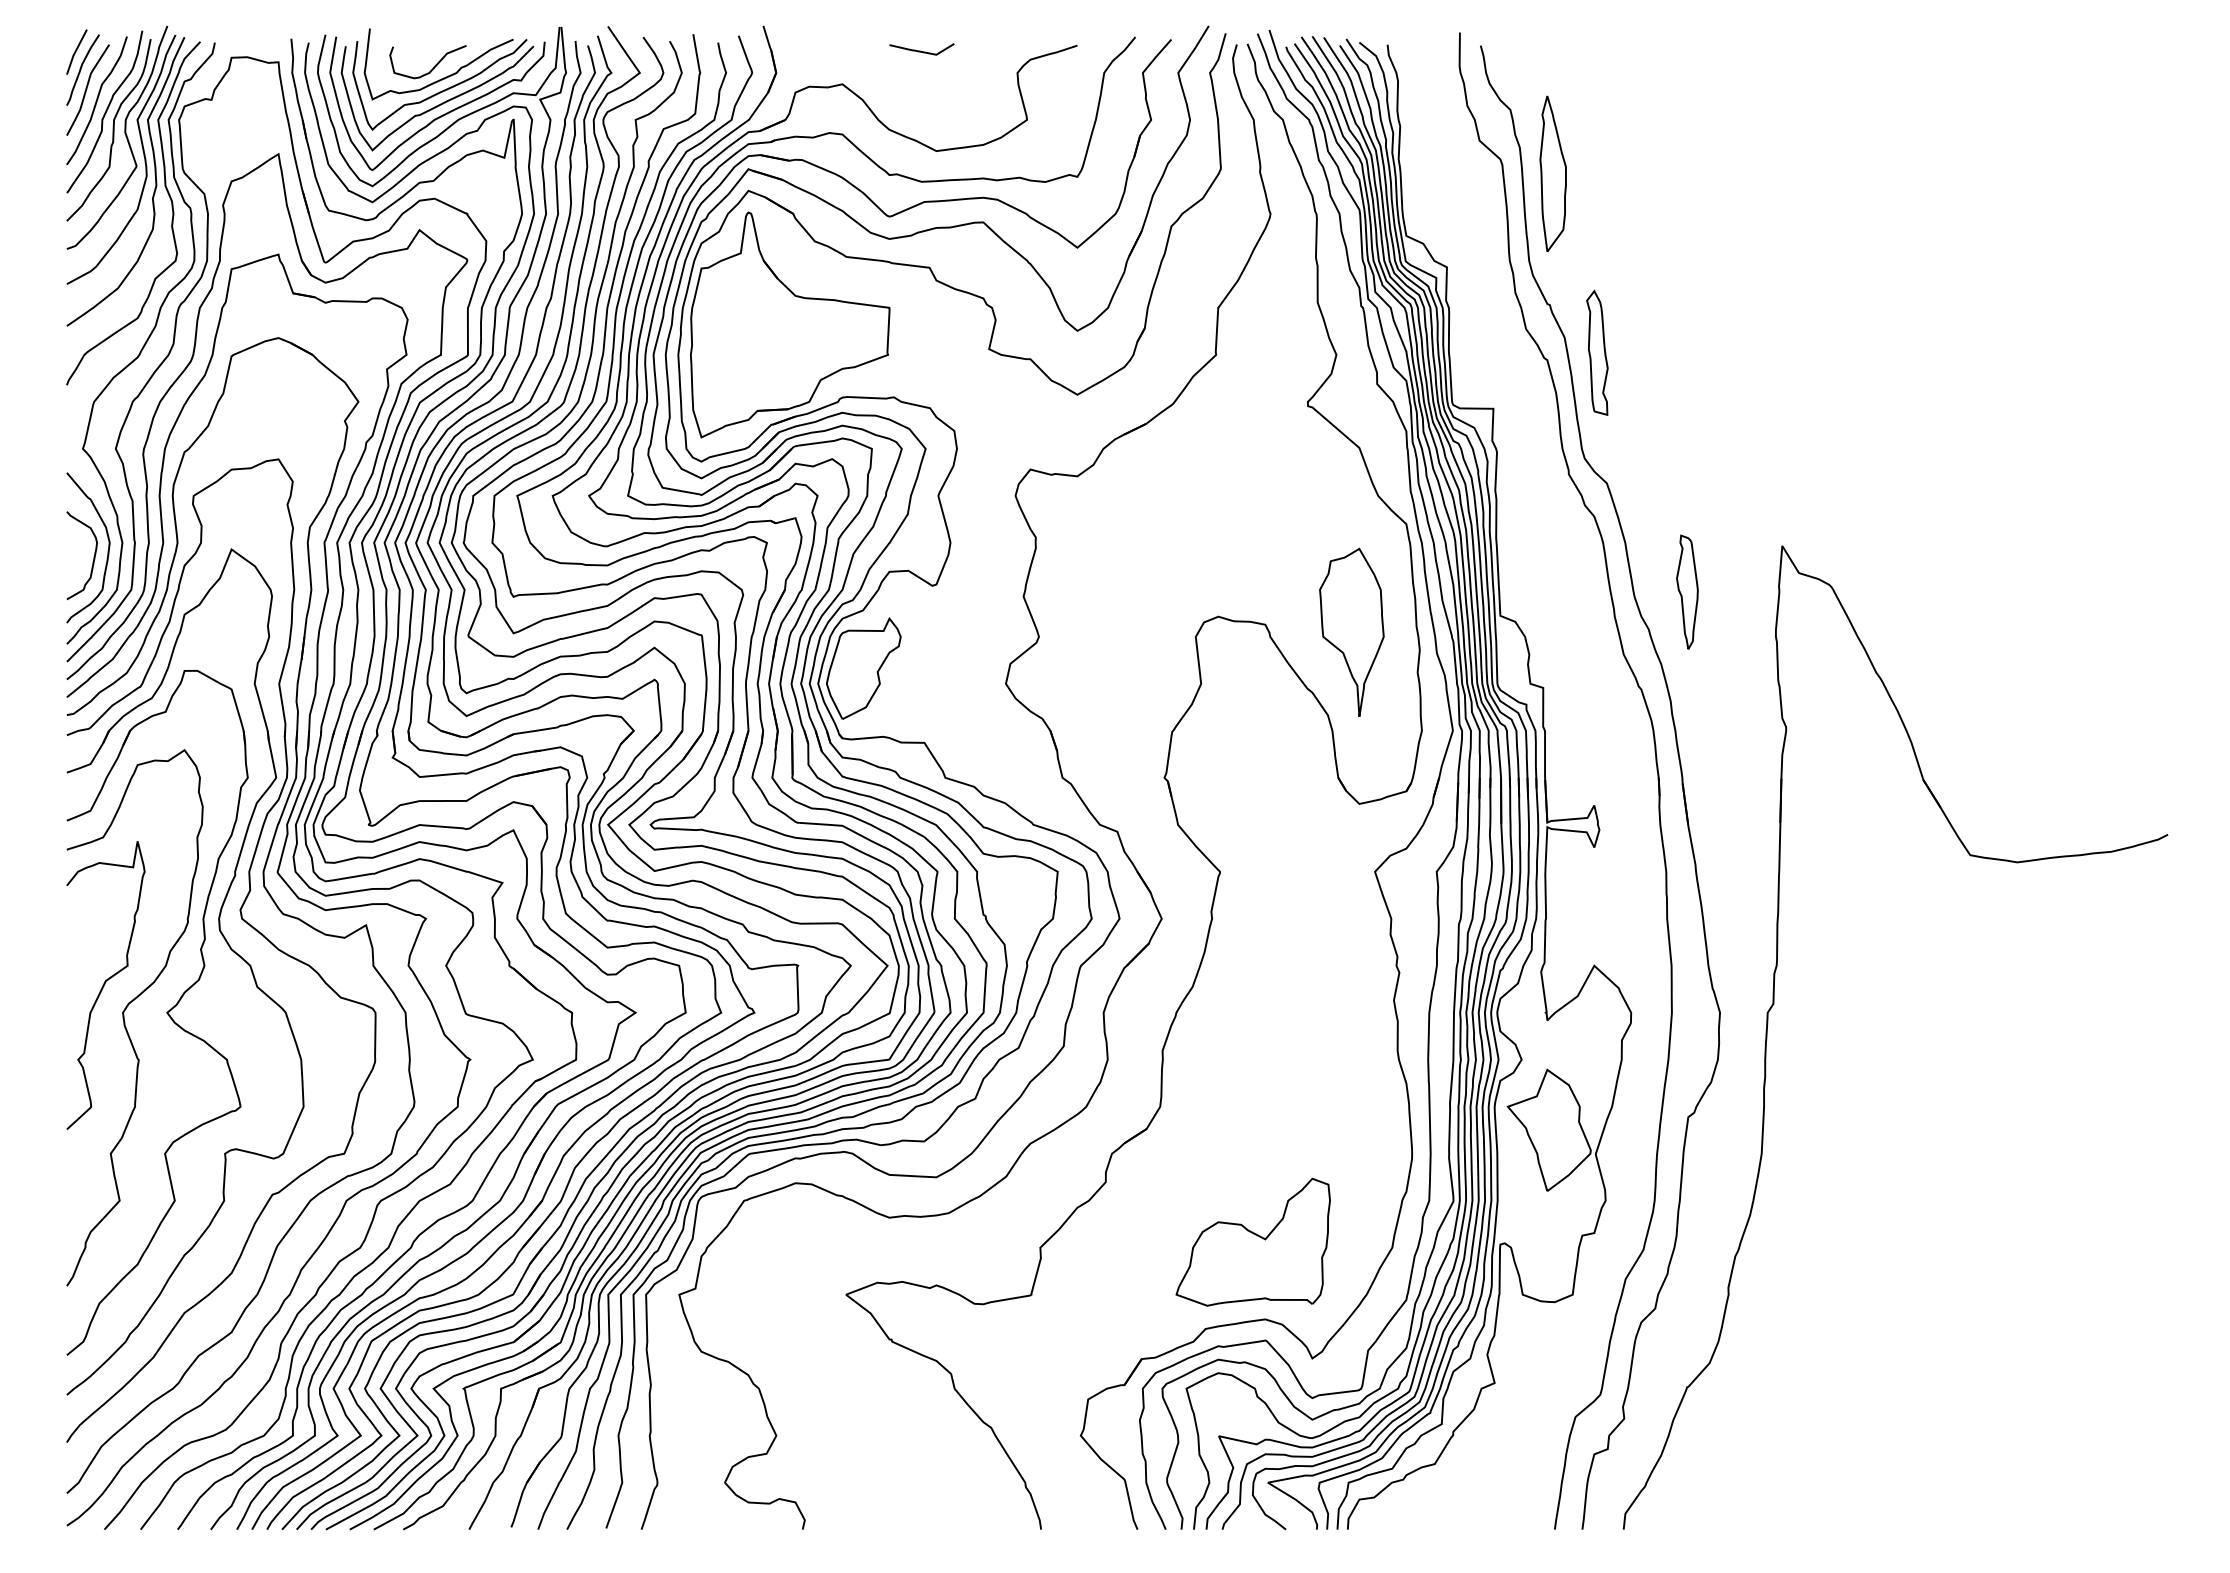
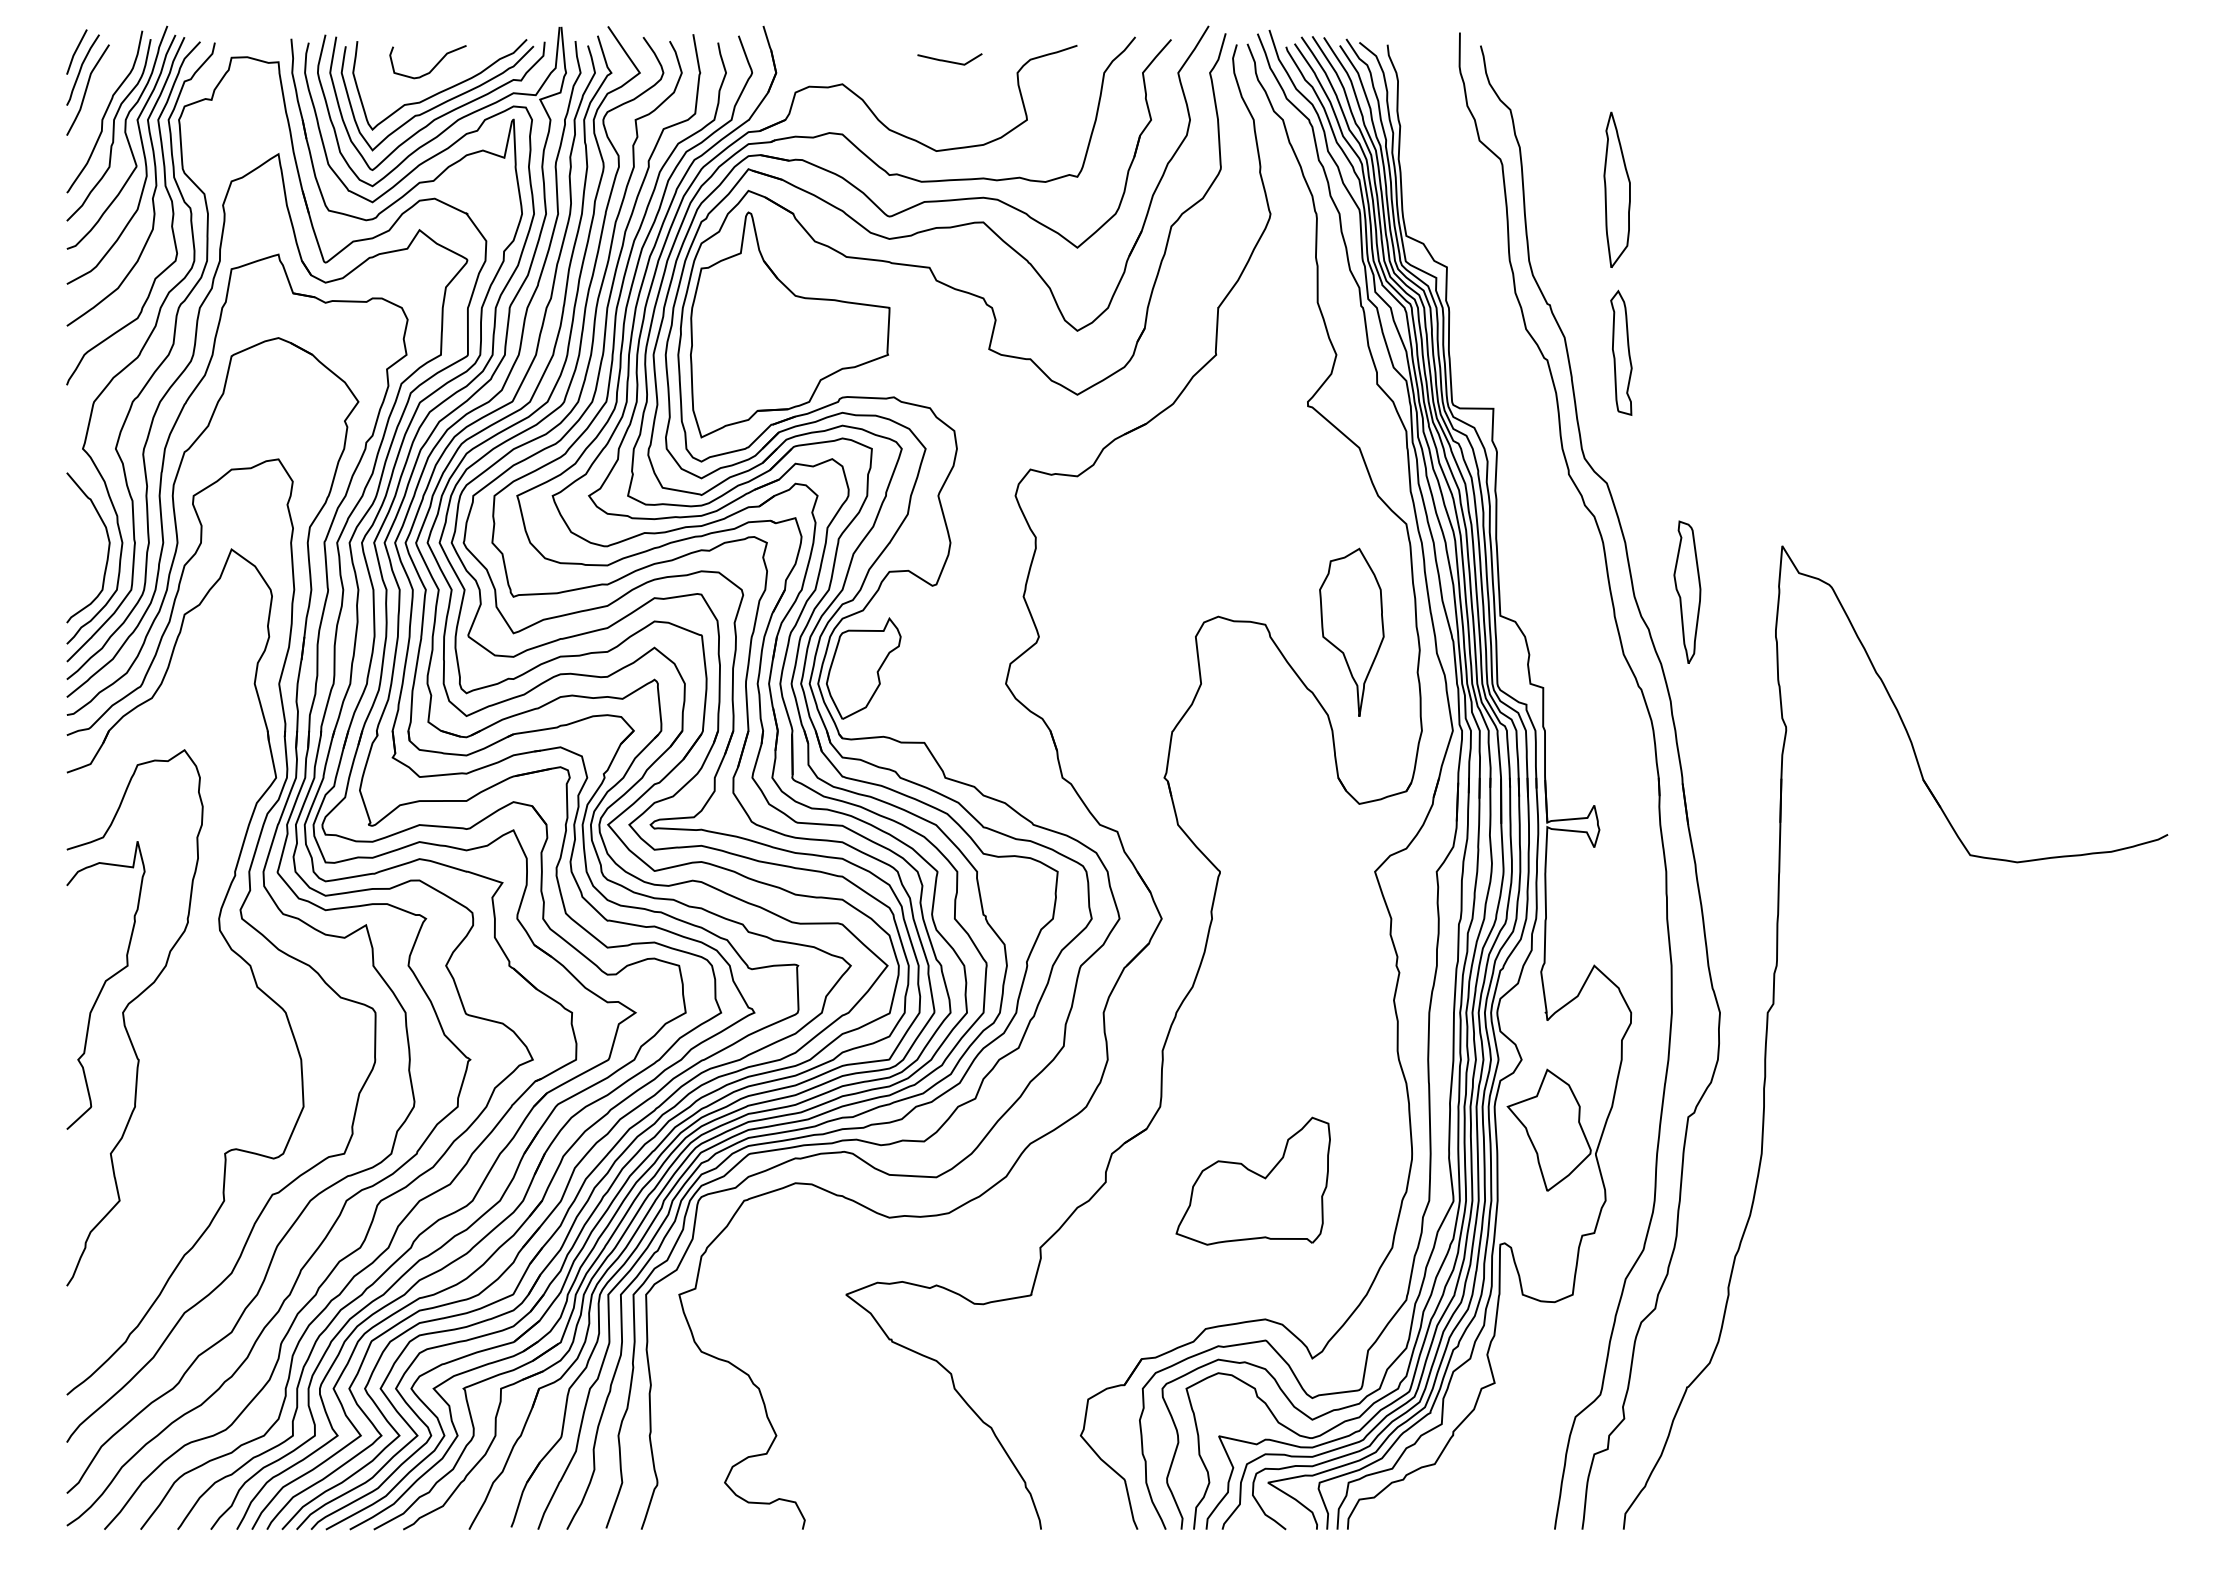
line at (920, 50) position: (920, 50) -> (948, 60)
curve at (445, 76): present -> none
curve at (96, 100): present -> none
part at (1552, 173) position: (1552, 173) -> (1616, 189)
part at (1597, 352) position: (1597, 352) -> (1621, 352)
curve at (93, 556): present -> none
part at (1687, 591) size: 23x116 px -> 29x144 px
part at (166, 1012): present -> none
part at (1252, 1241) position: (1252, 1241) -> (1252, 1180)
